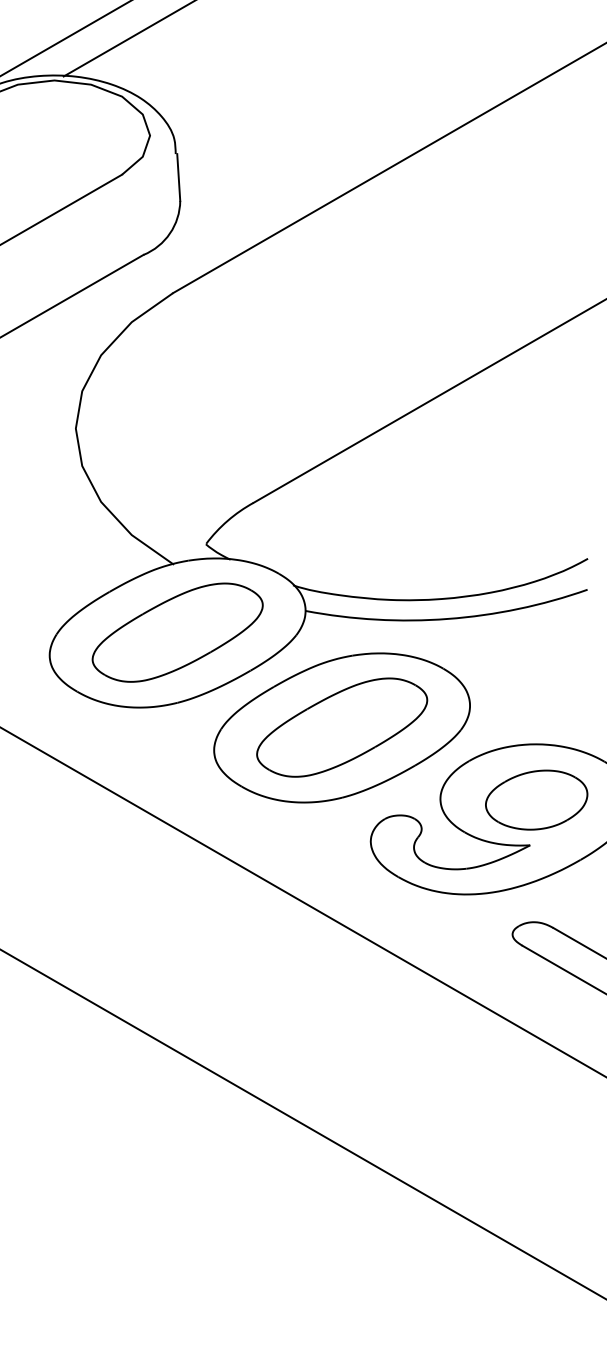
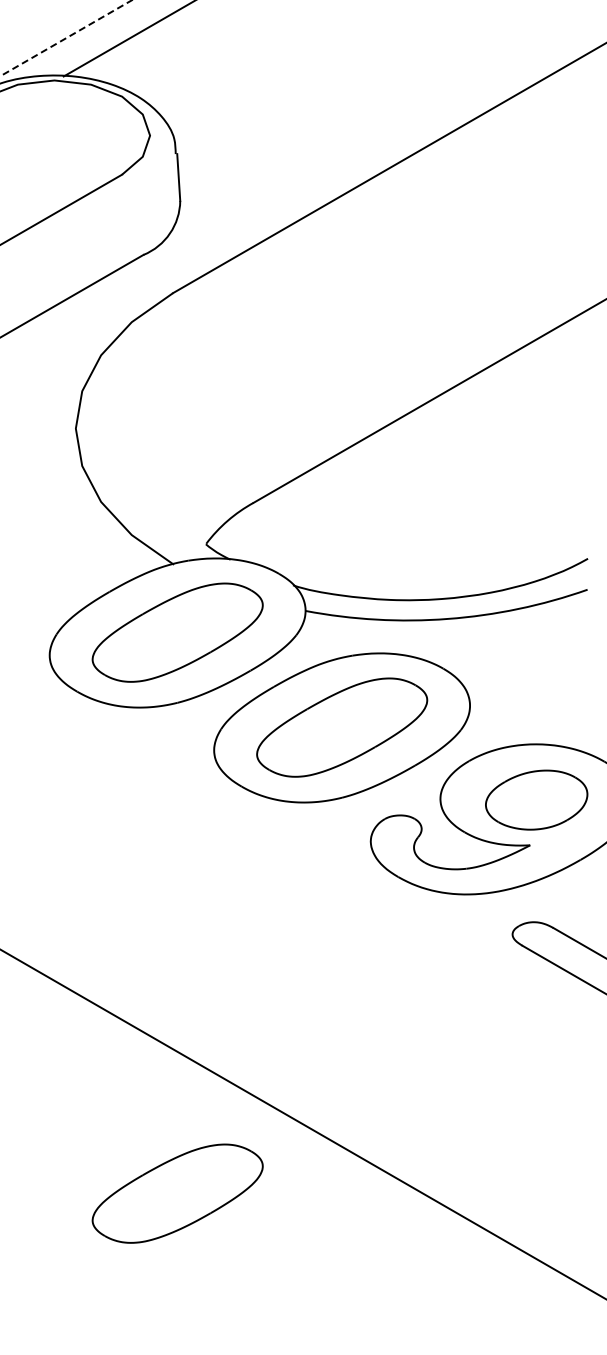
line at (65, 38): solid -> dashed
line at (302, 901): present -> none
part at (177, 1193): none -> present
